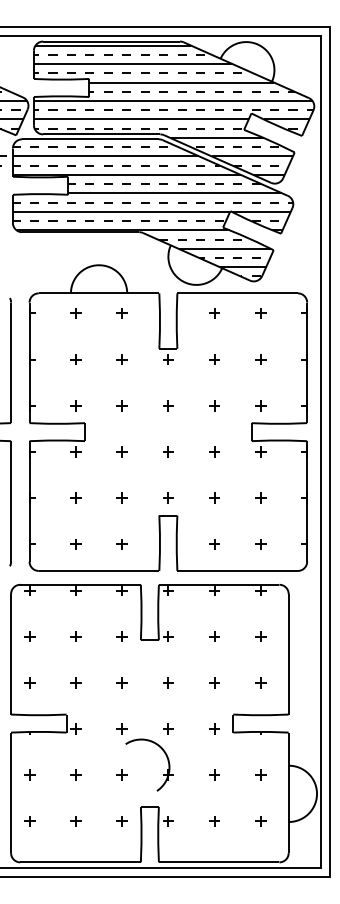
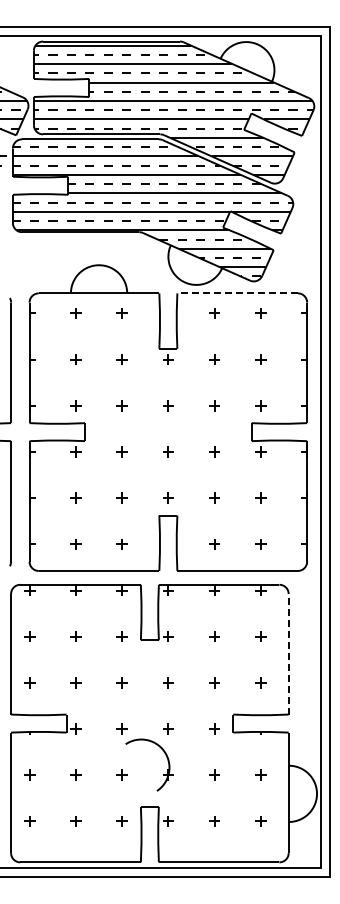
line at (237, 293): solid -> dashed
line at (288, 653): solid -> dashed
